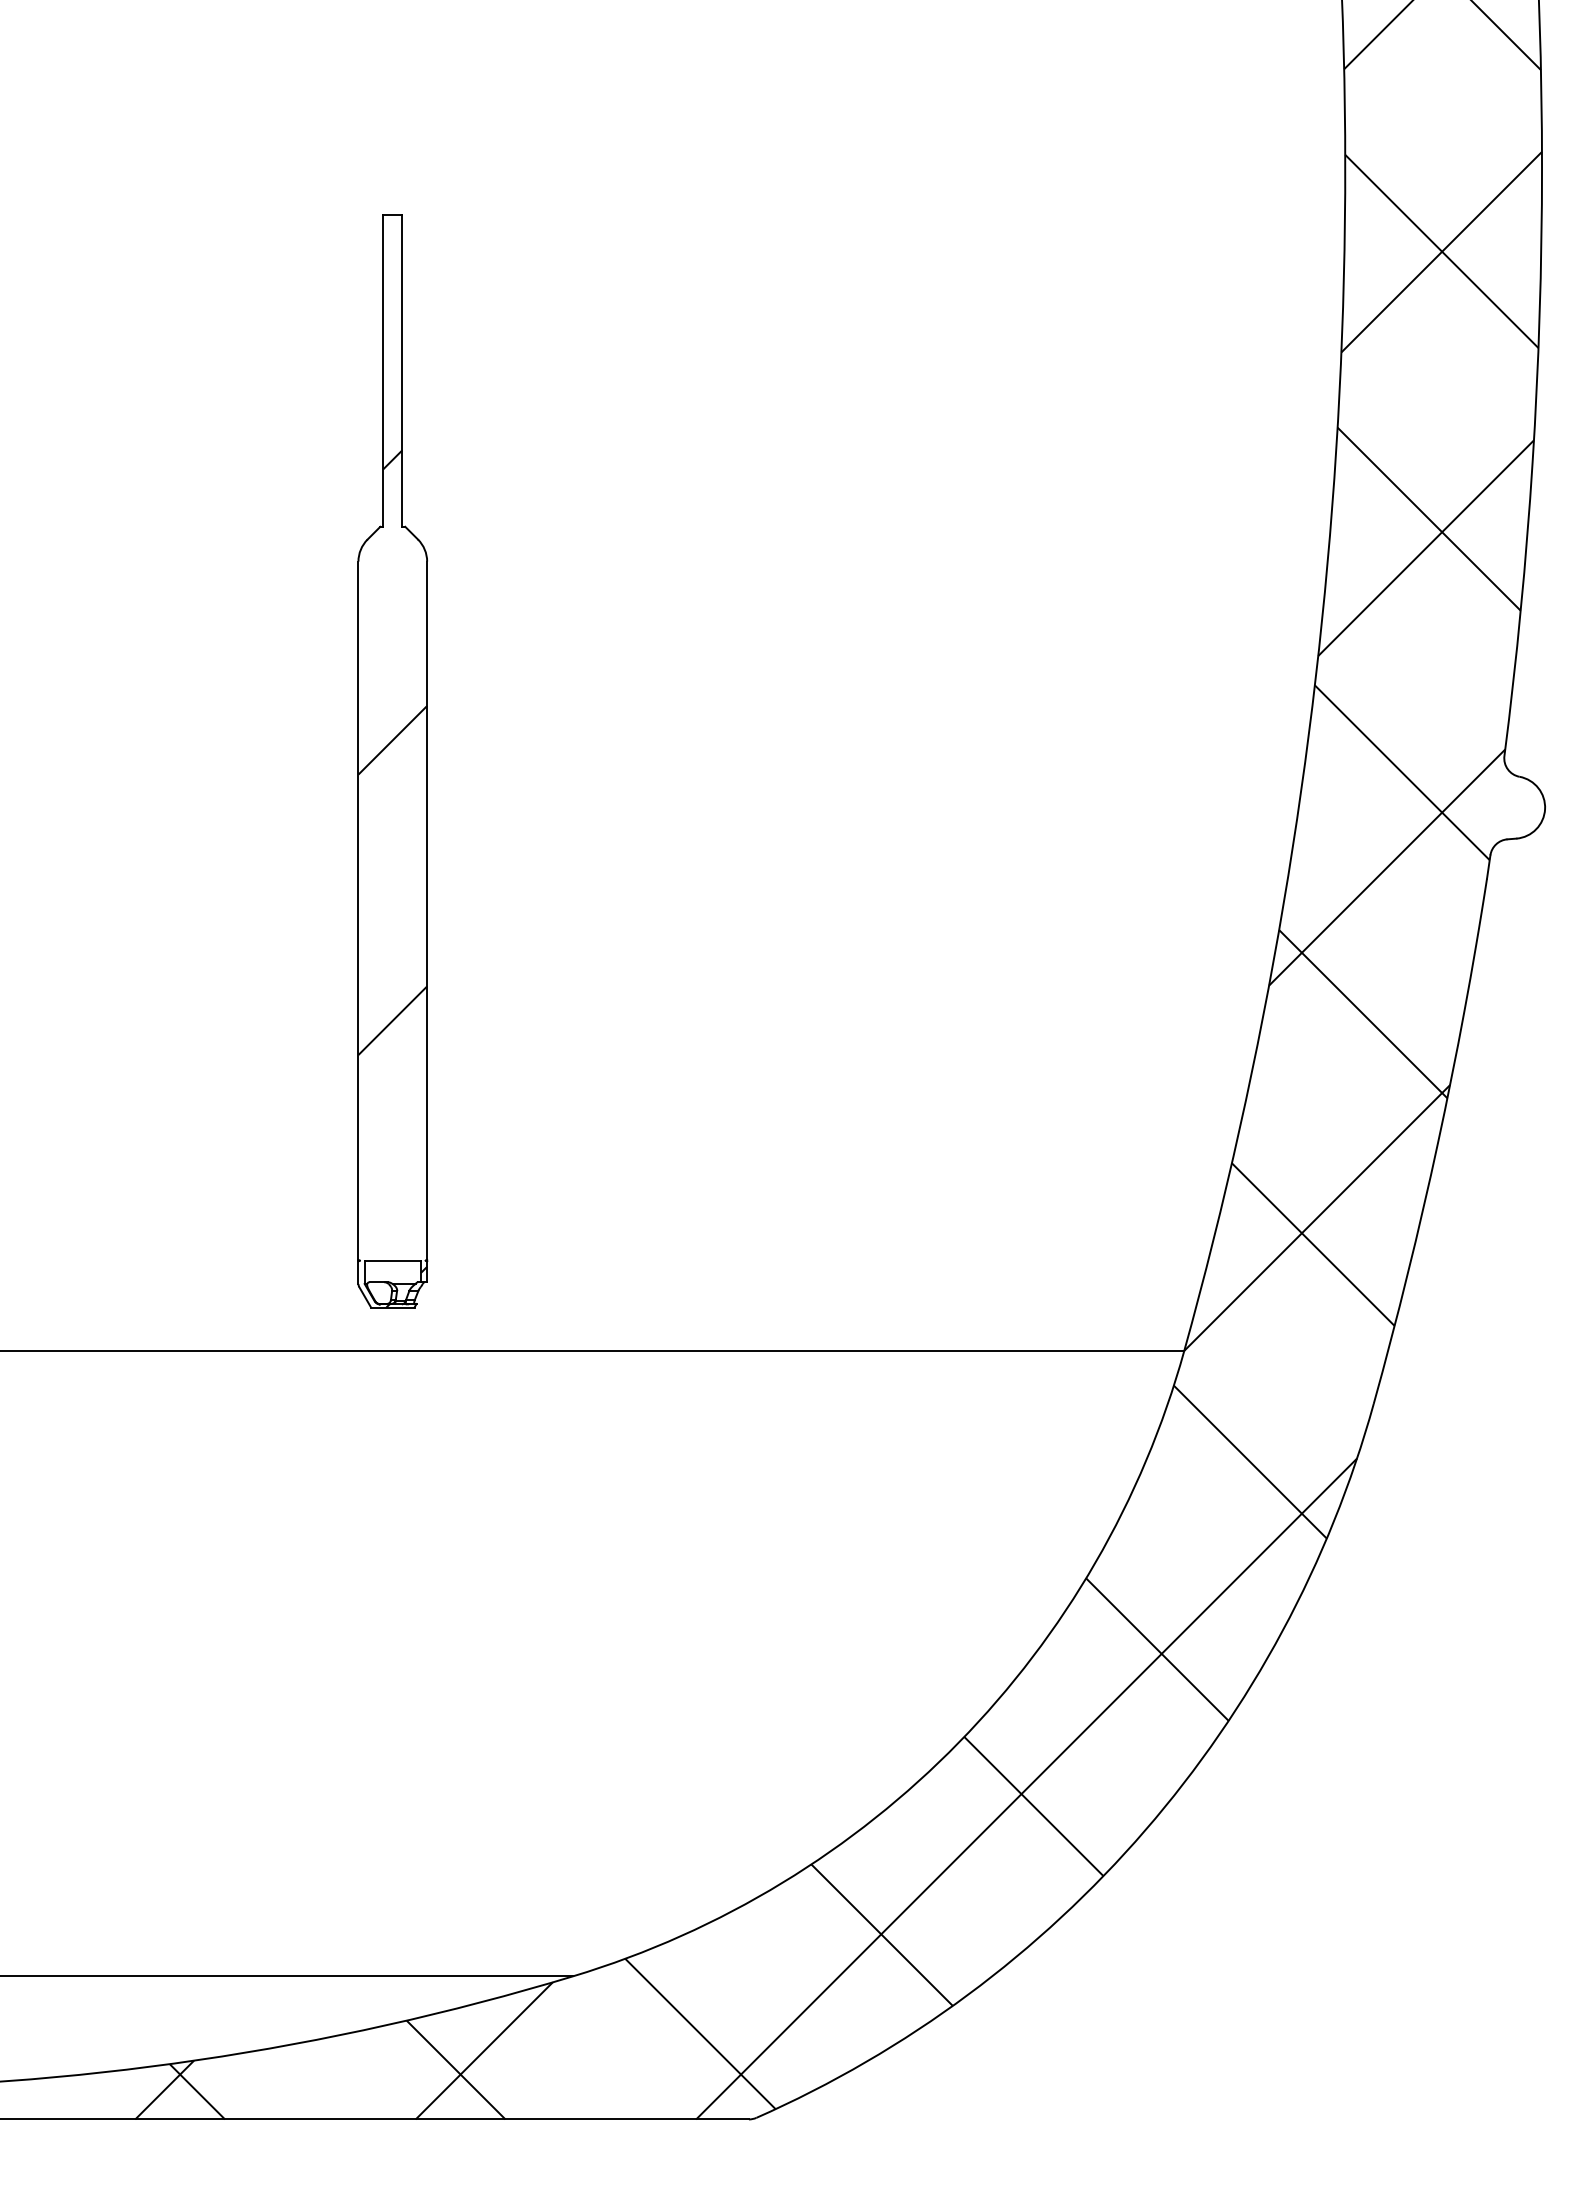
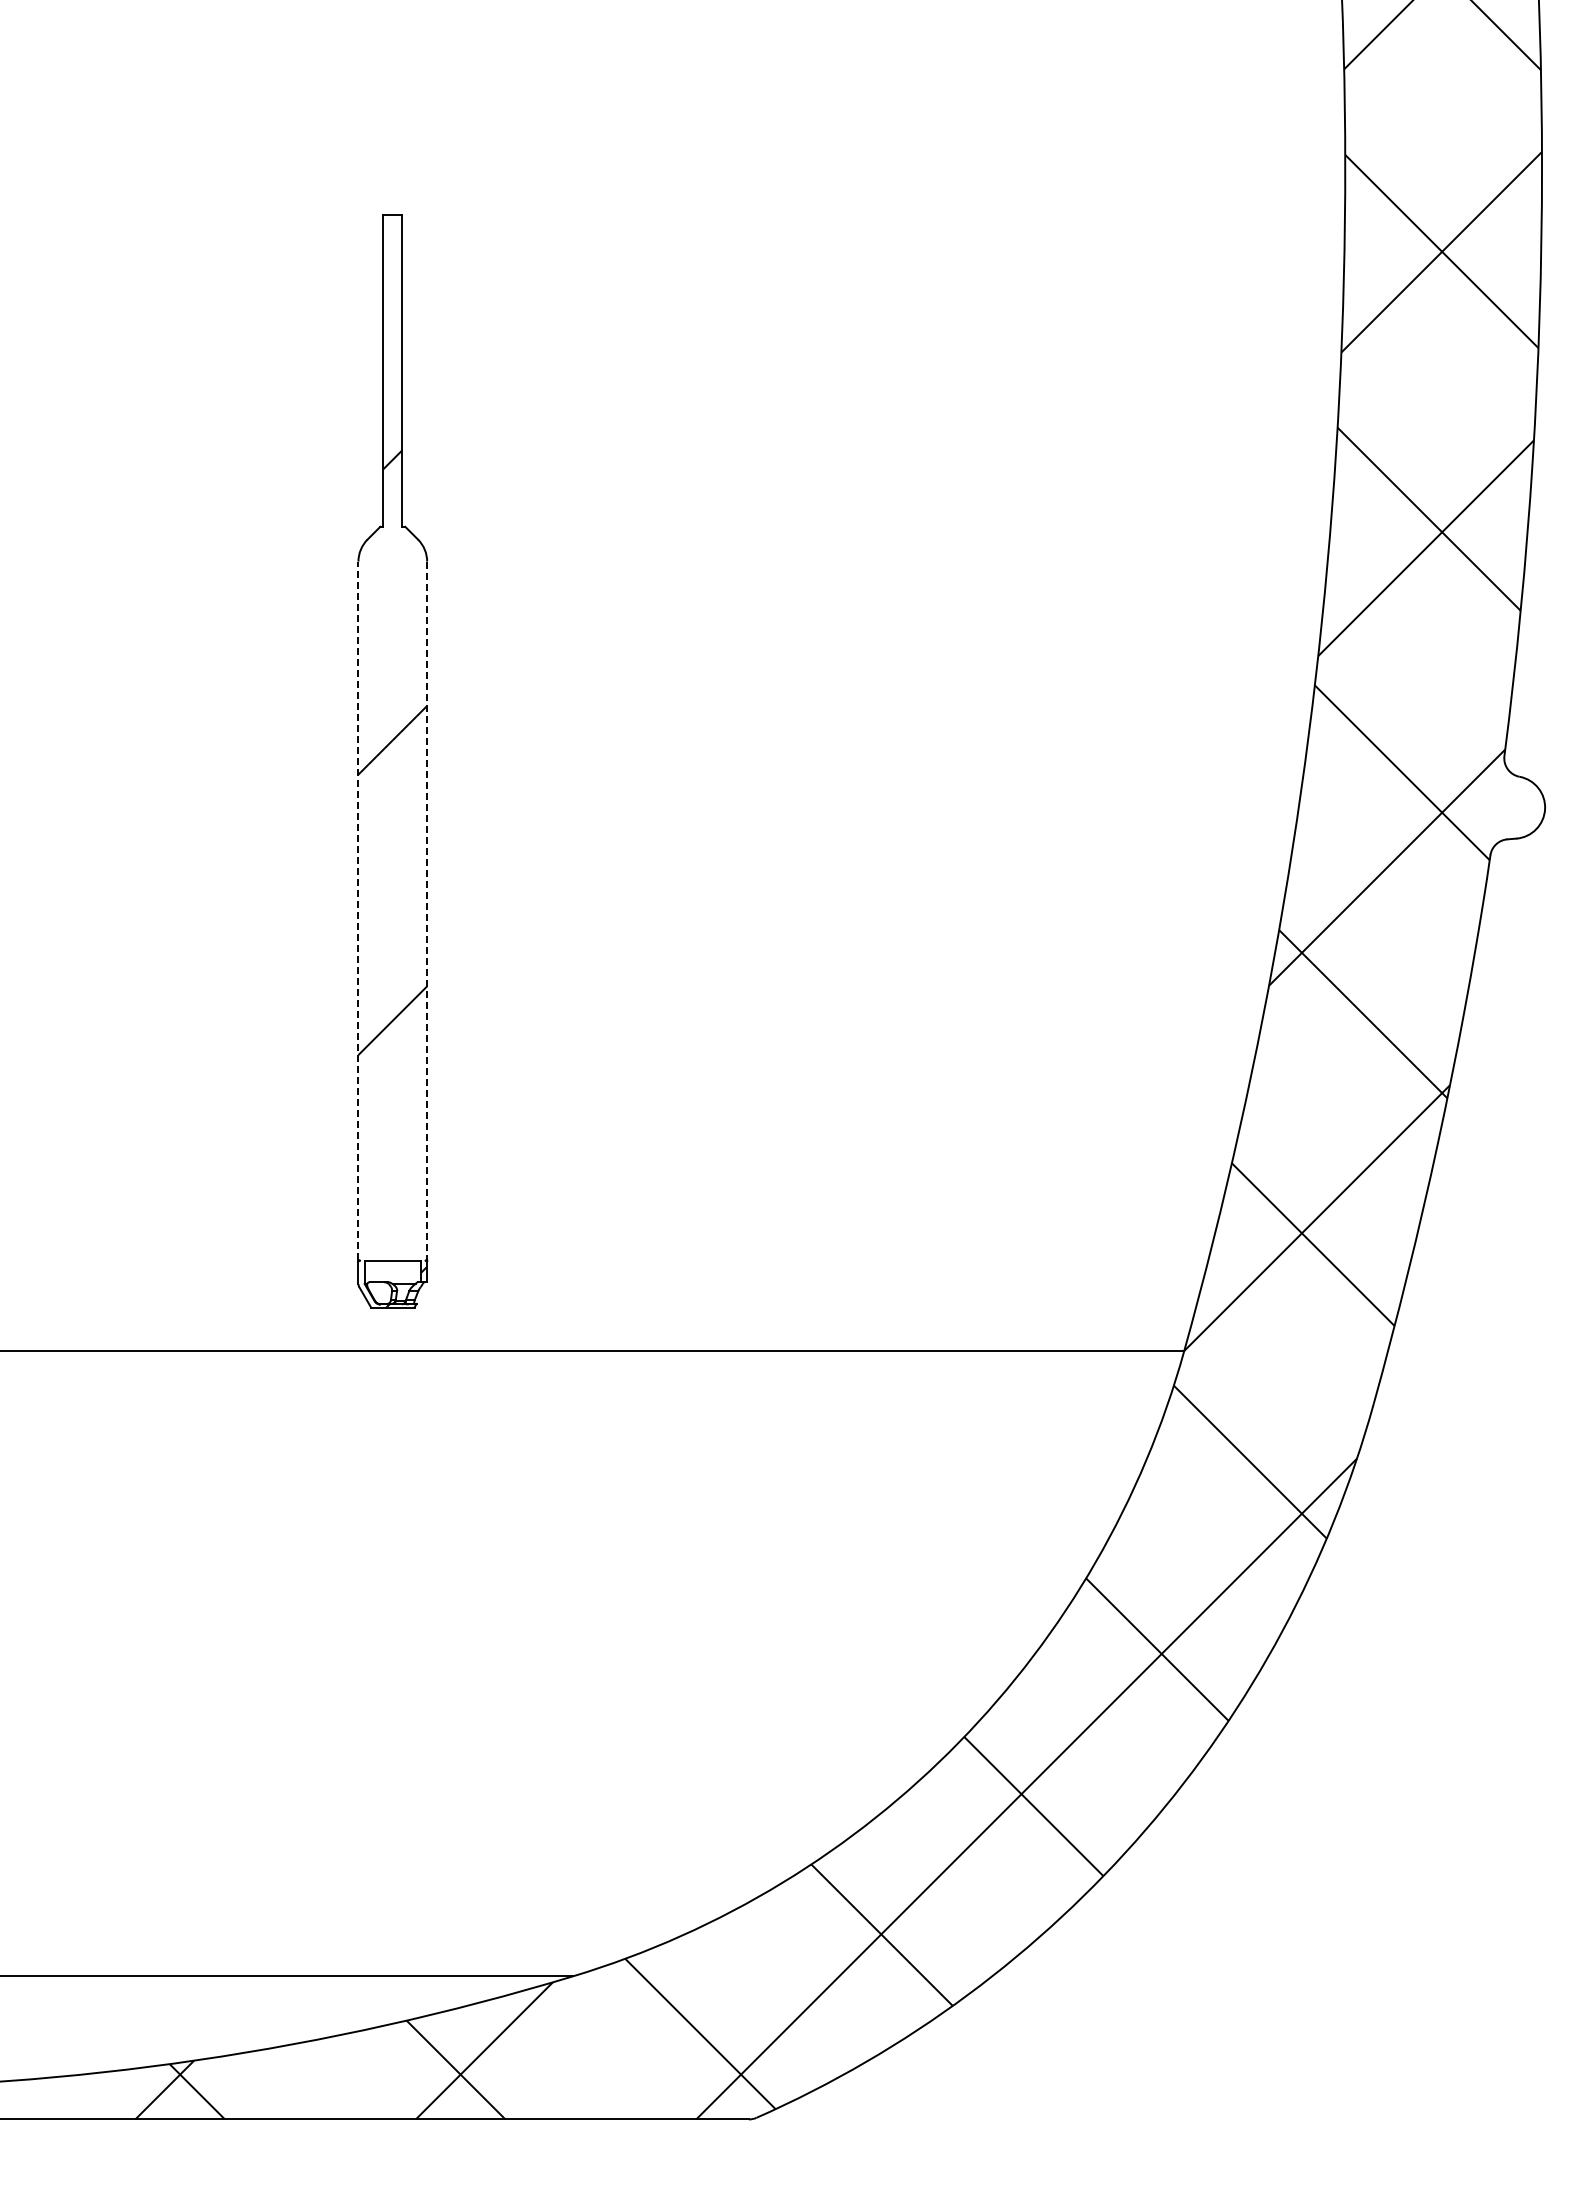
line at (358, 910): solid -> dashed
line at (427, 911): solid -> dashed
